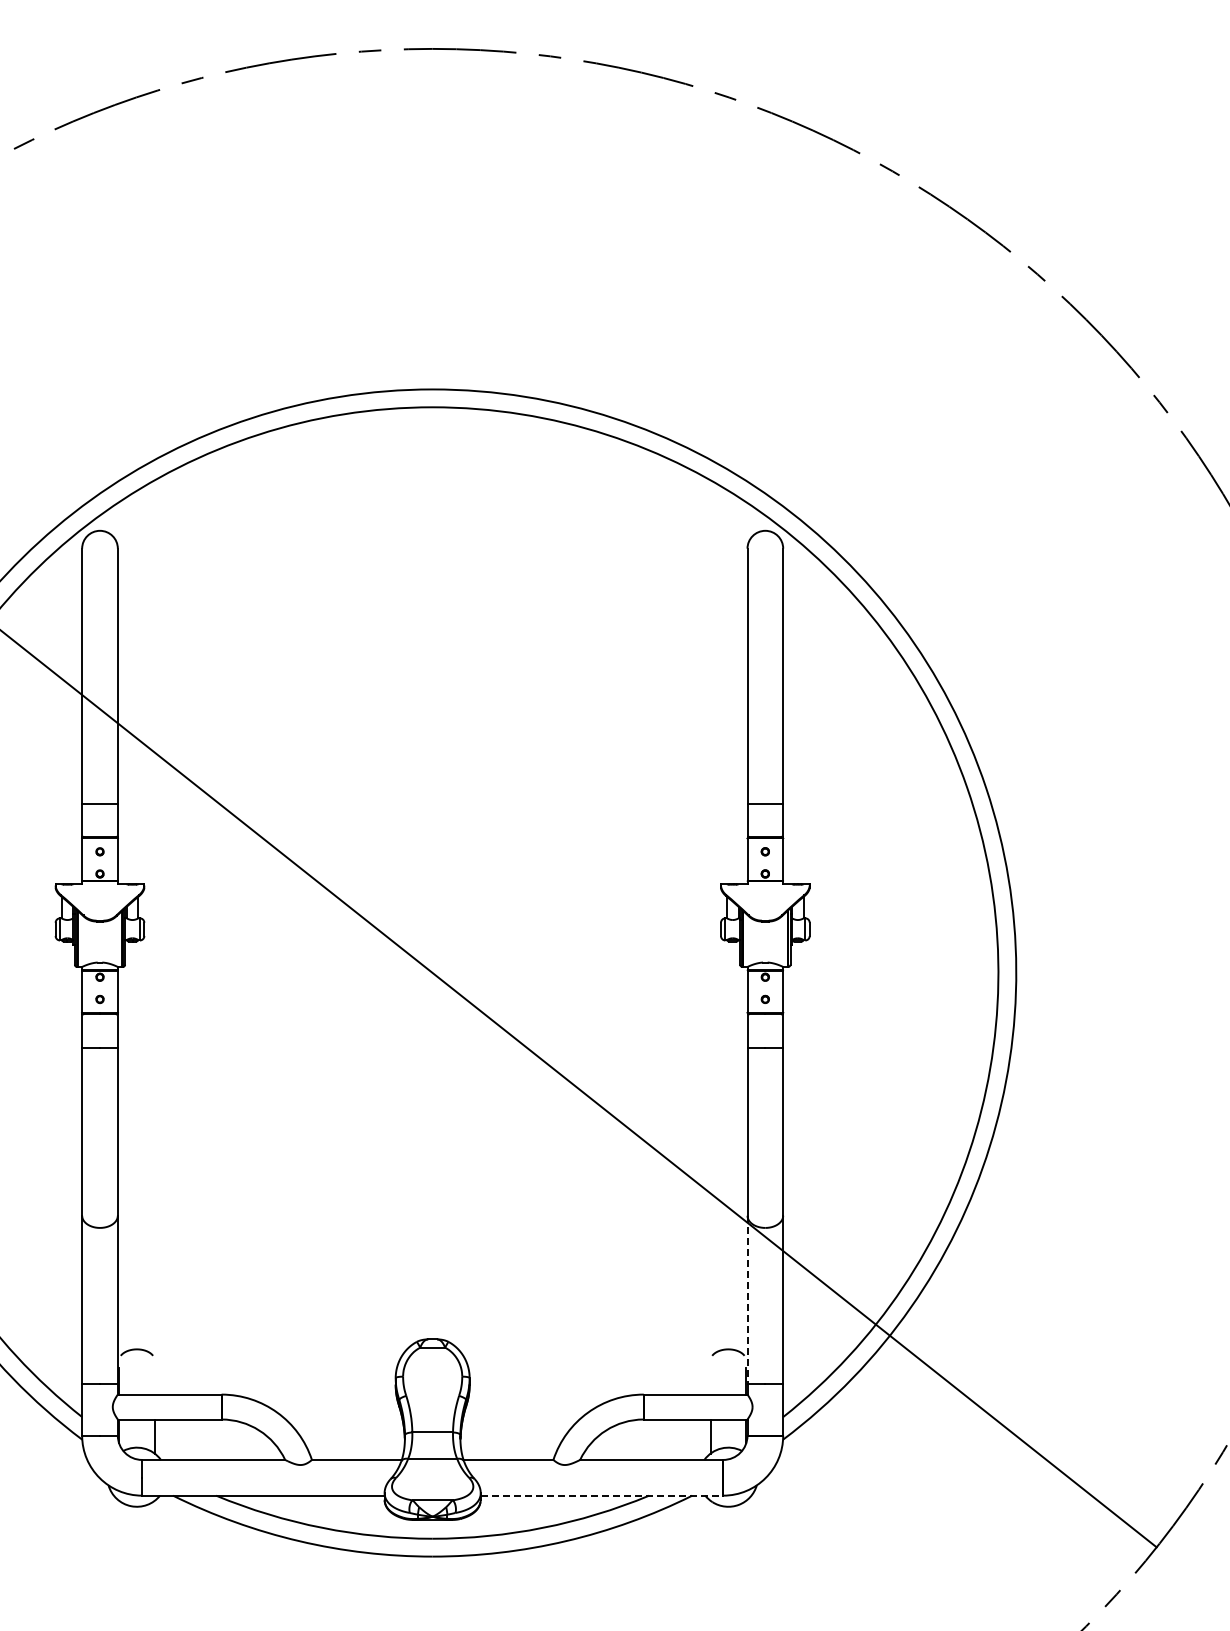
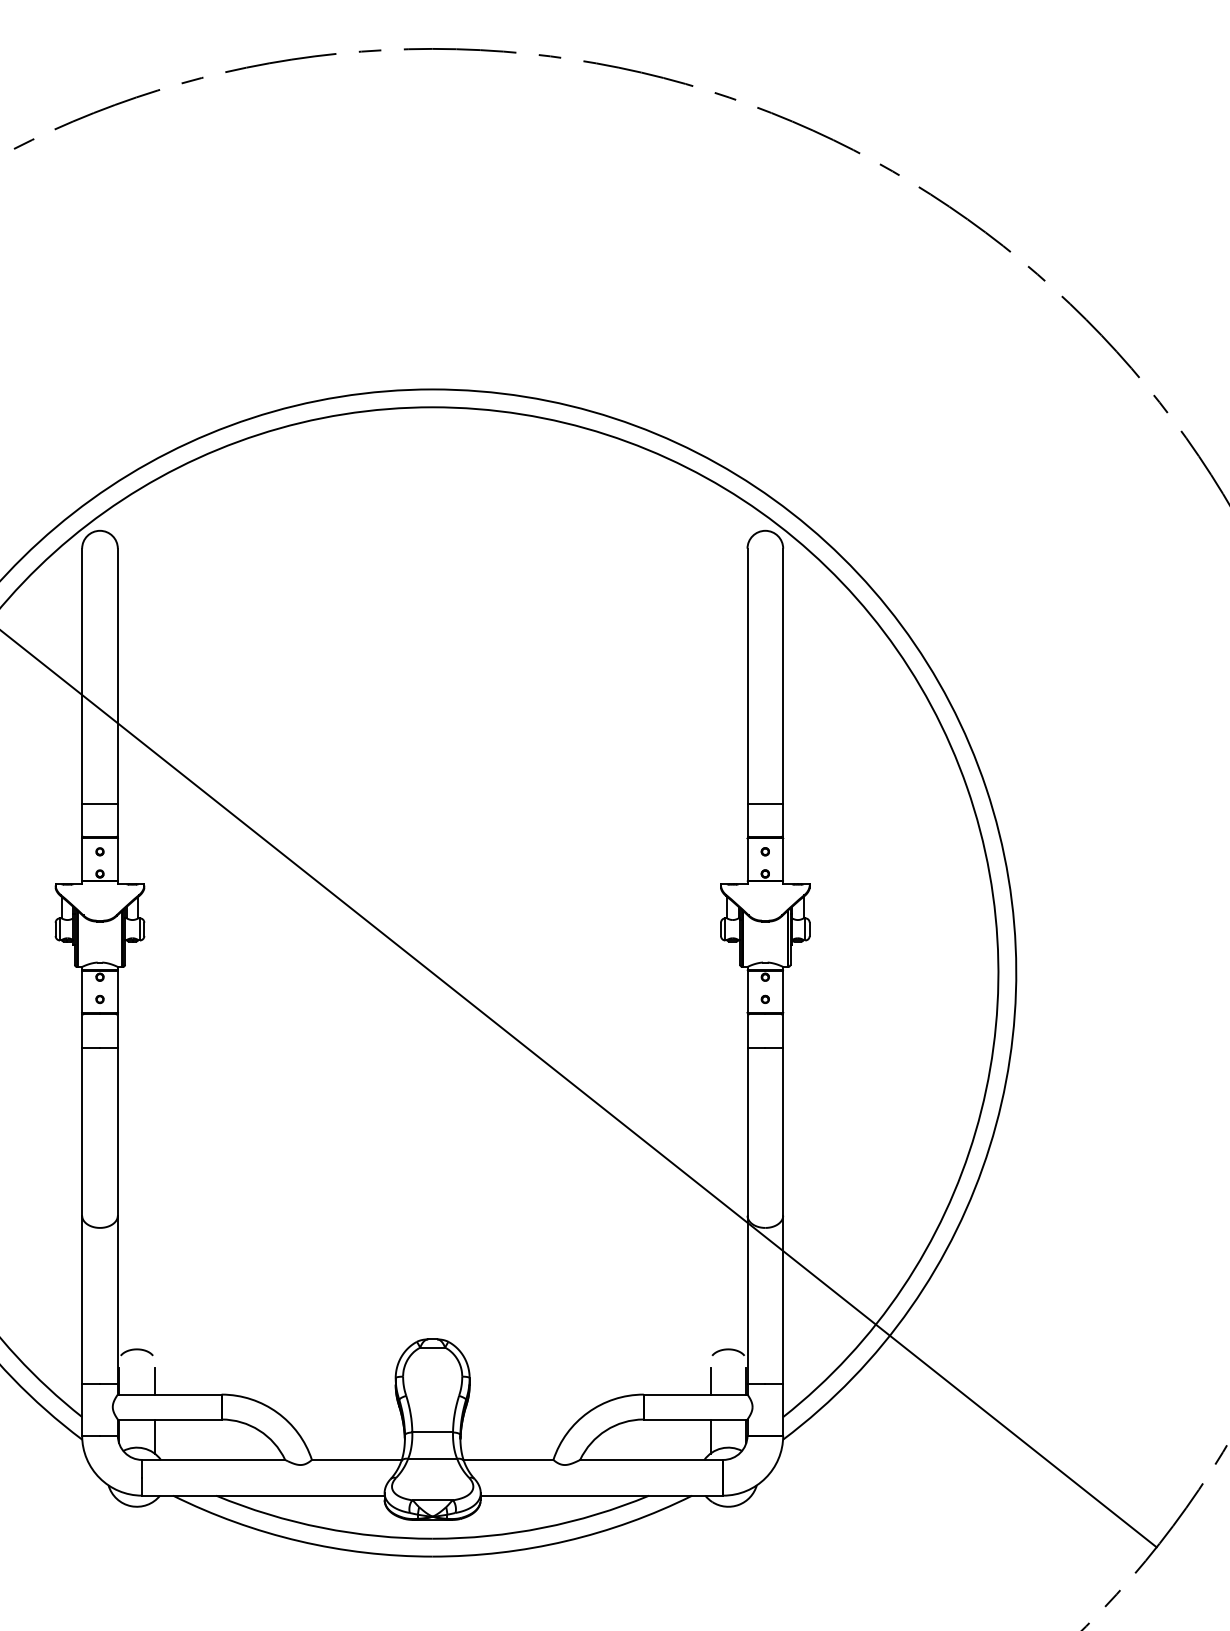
line at (747, 1300): dashed -> solid
line at (154, 1380): none -> present
line at (710, 1380): none -> present
line at (602, 1495): dashed -> solid
